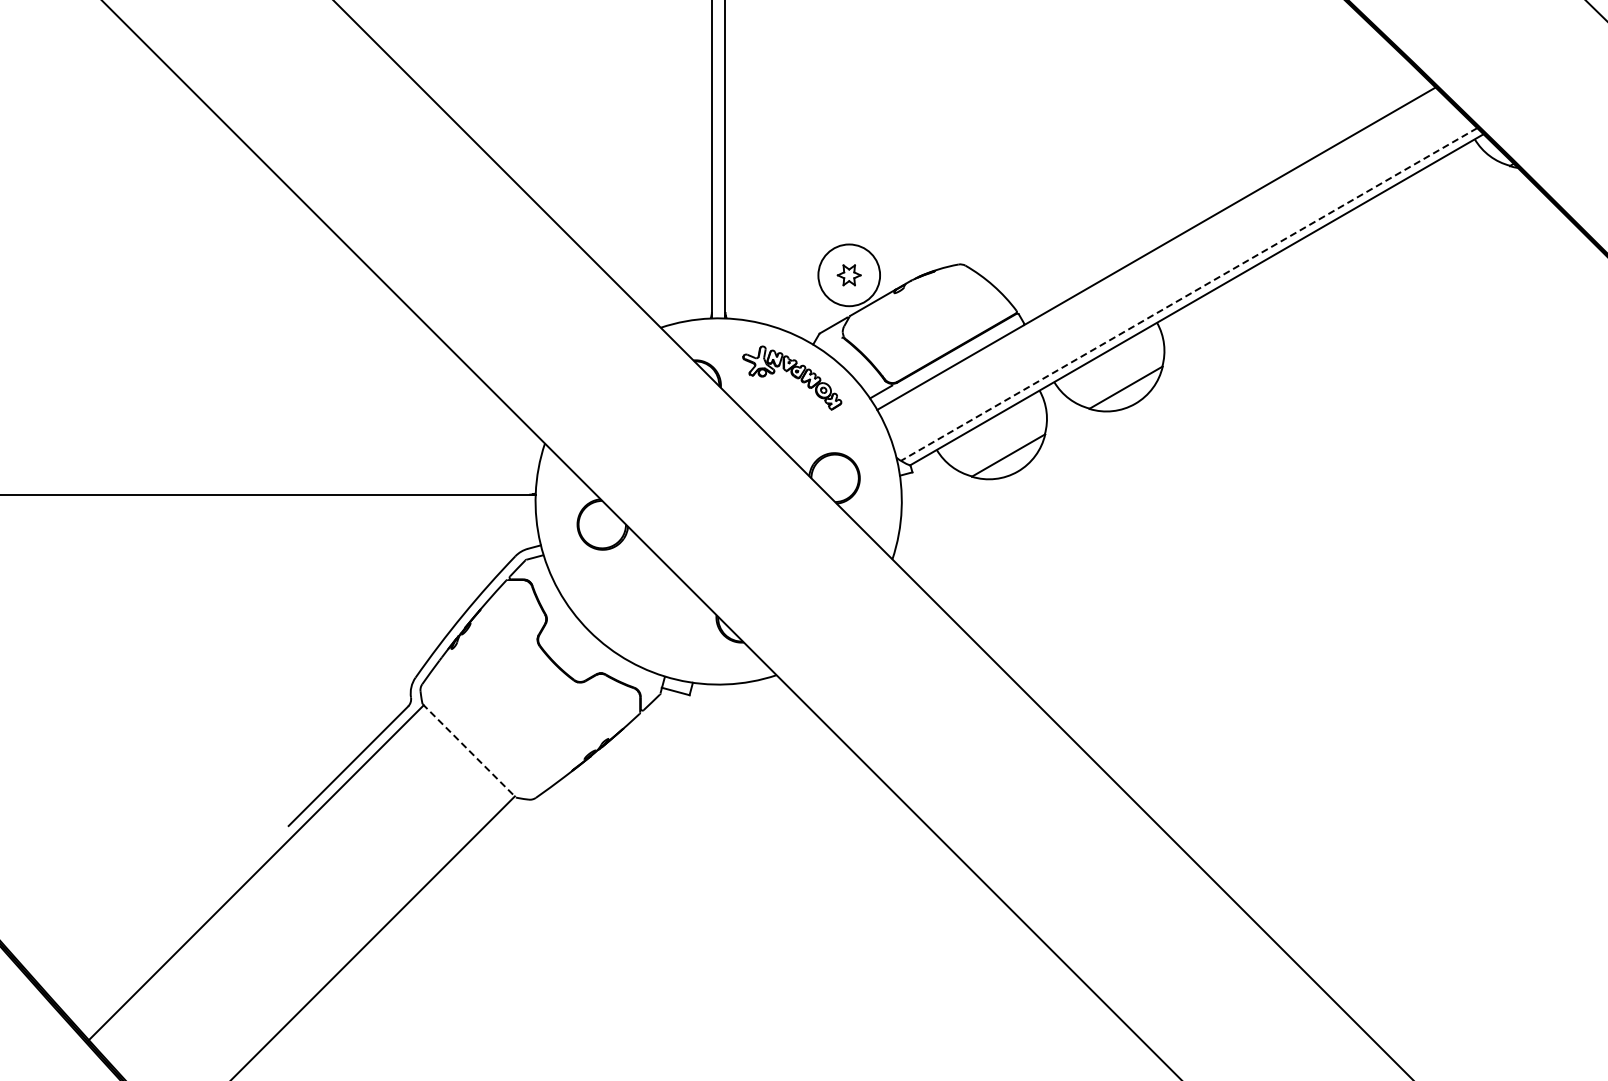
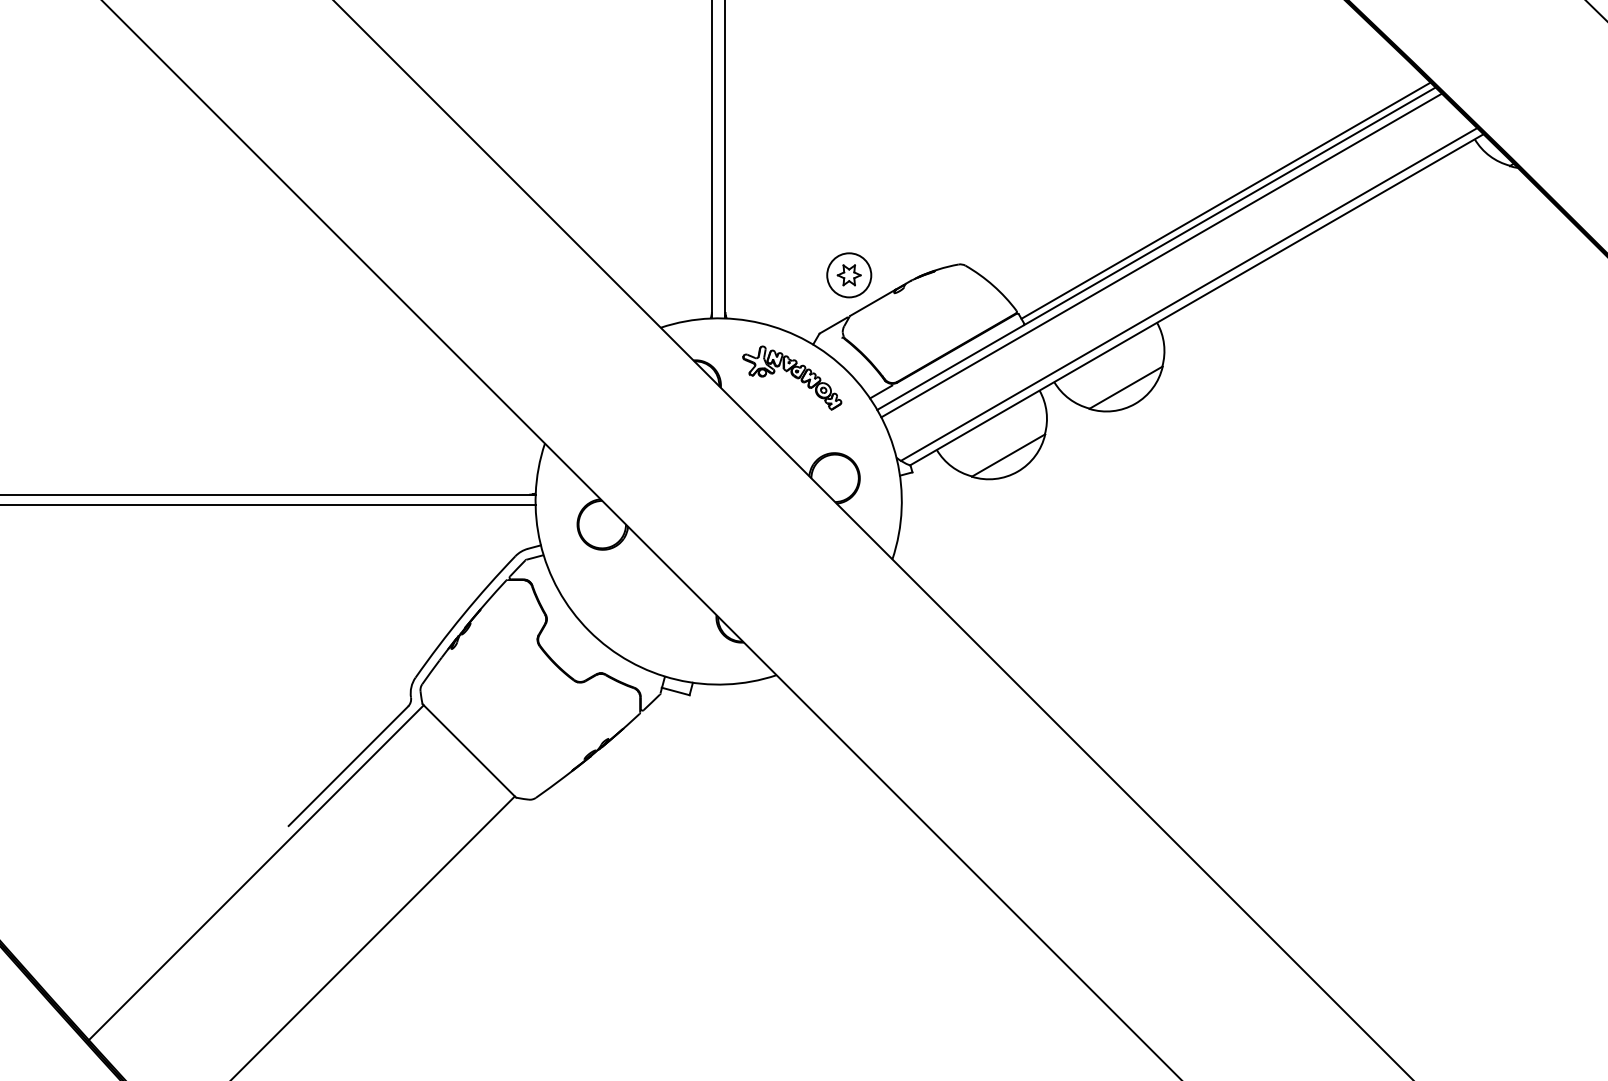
line at (1225, 200): none -> present
line at (1161, 255): none -> present
circle at (849, 275) diameter: 62 px -> 44 px
line at (1189, 294): dashed -> solid
line at (268, 504): none -> present
line at (469, 751): dashed -> solid
